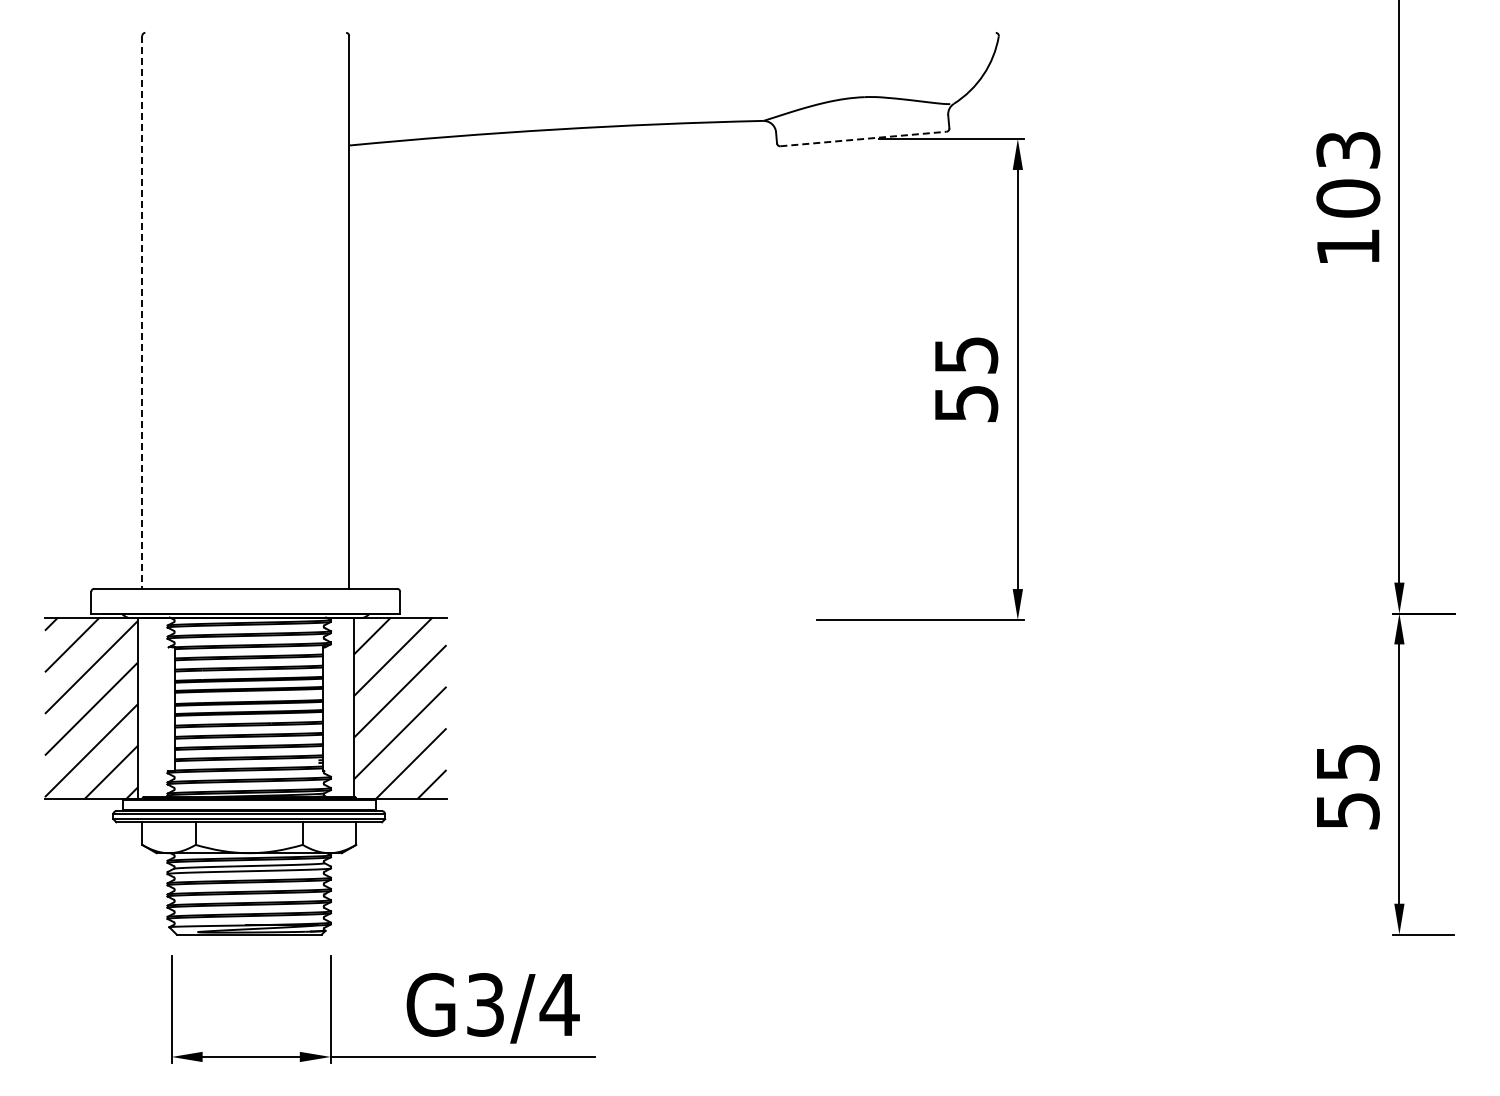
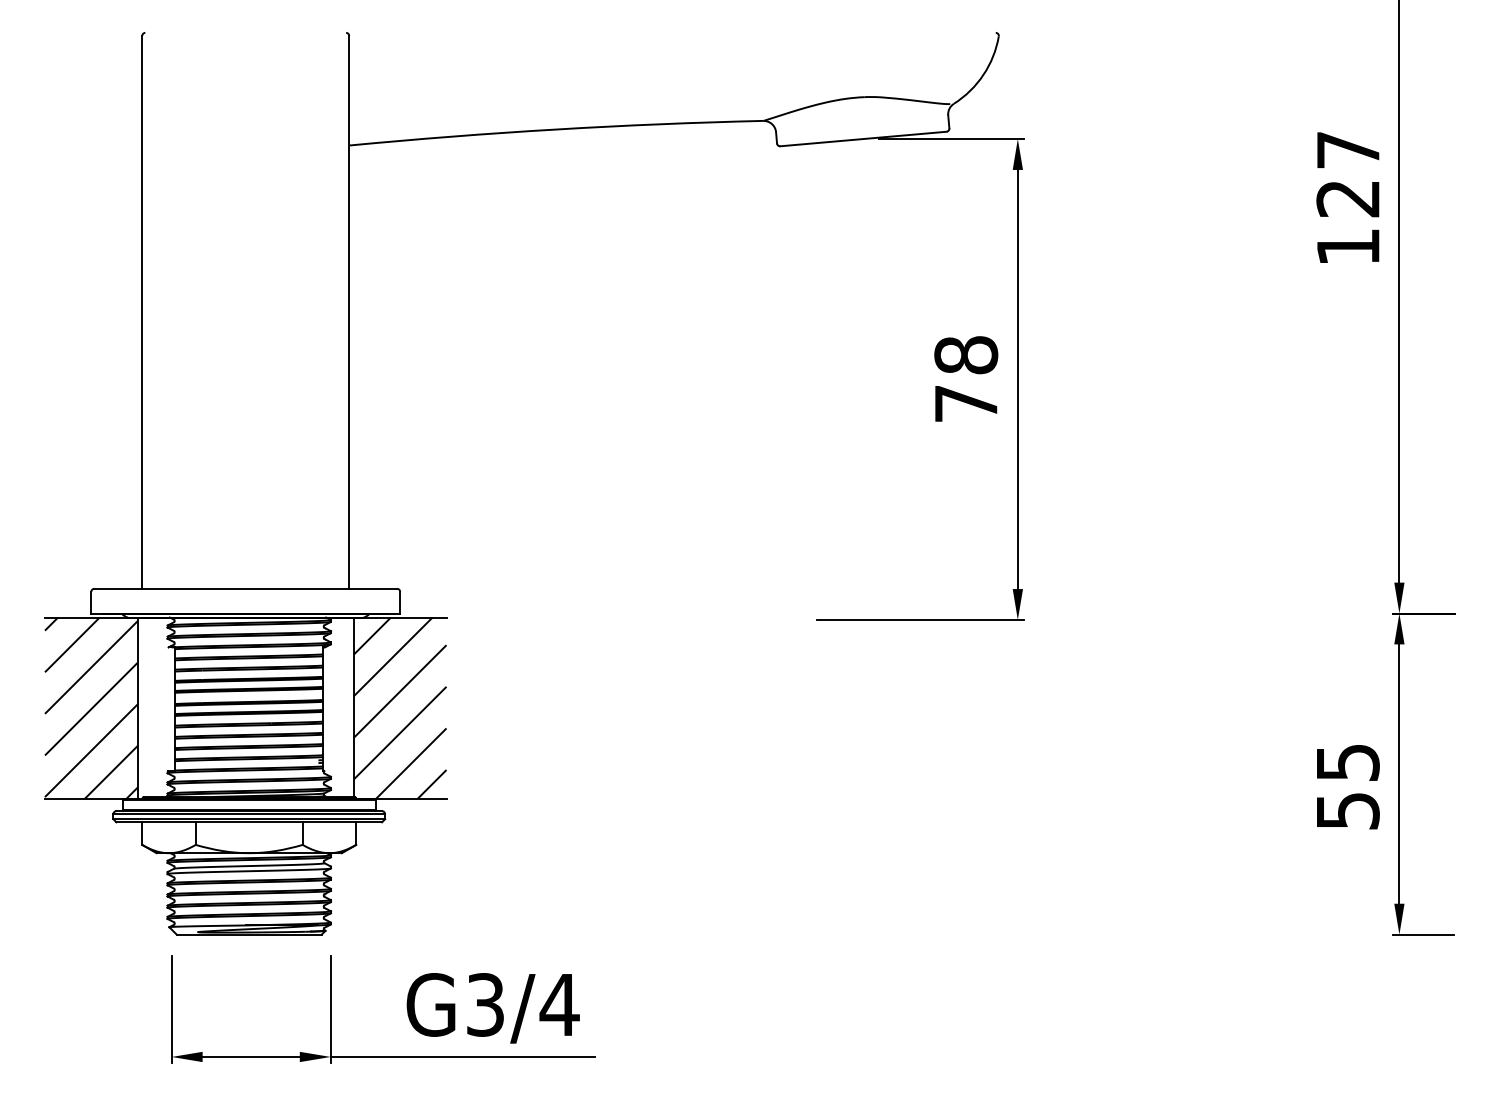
line at (863, 138): dashed -> solid
text at (1348, 174): 103 -> 127
line at (142, 312): dashed -> solid
text at (966, 378): 55 -> 78
